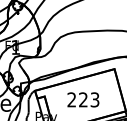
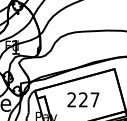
text at (94, 99): 223 -> 227
